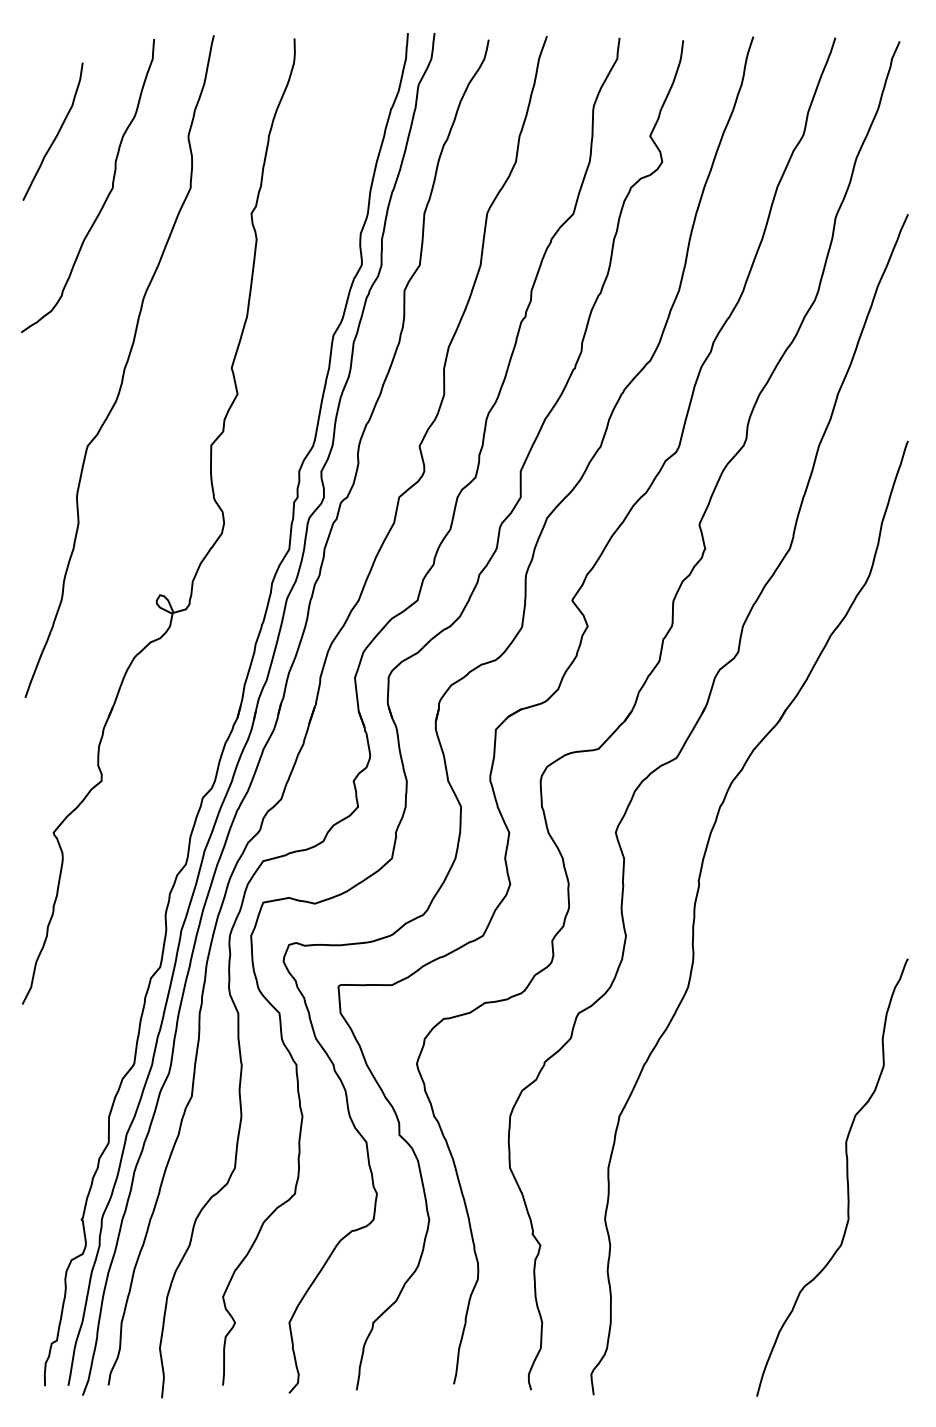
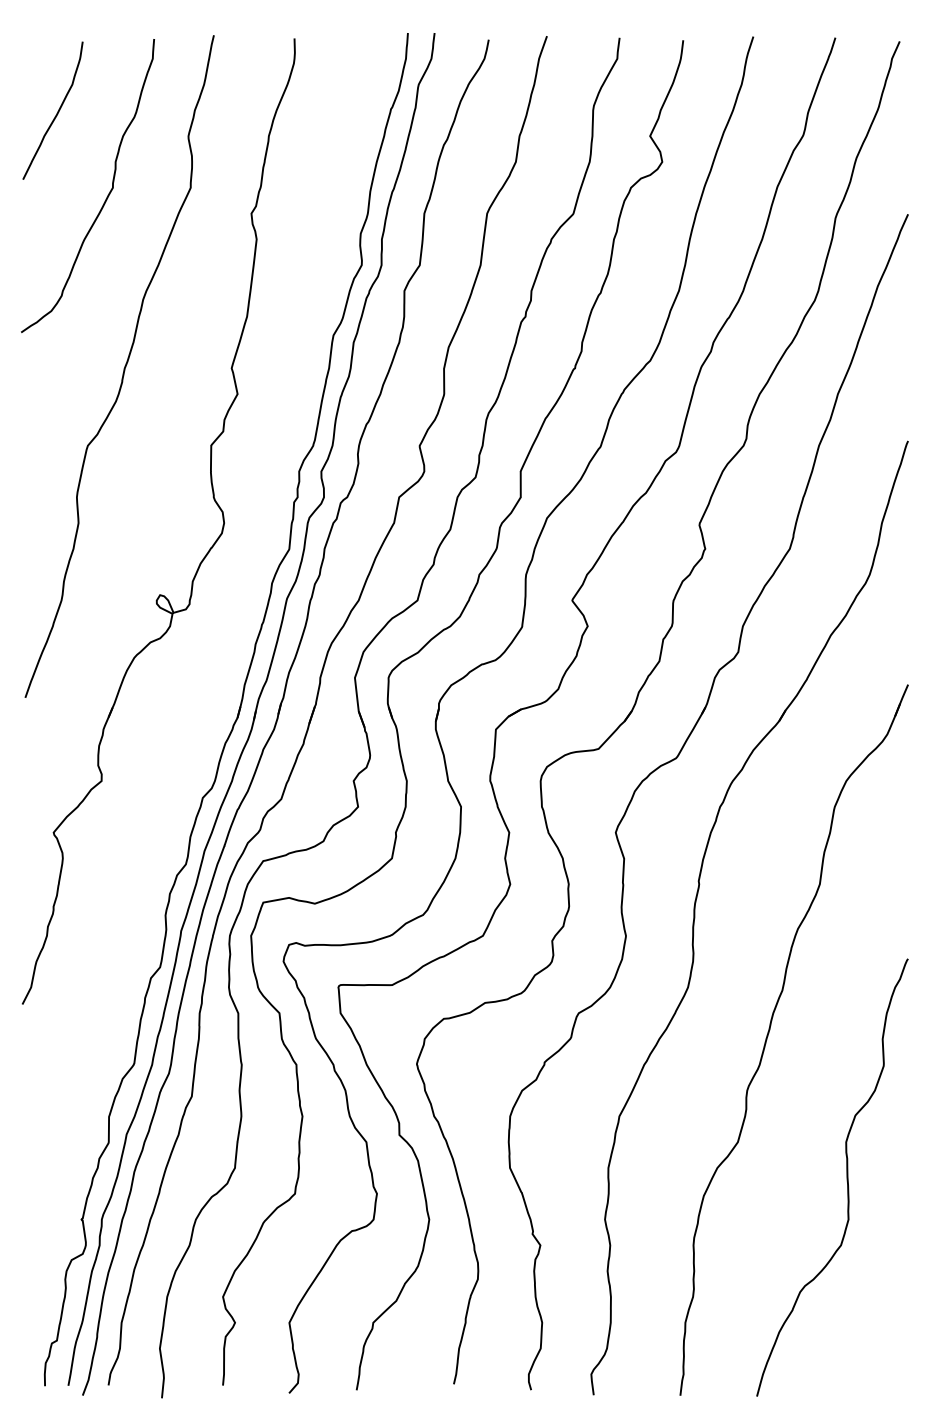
curve at (56, 134) position: (56, 134) -> (56, 113)
part at (770, 1030): none -> present
